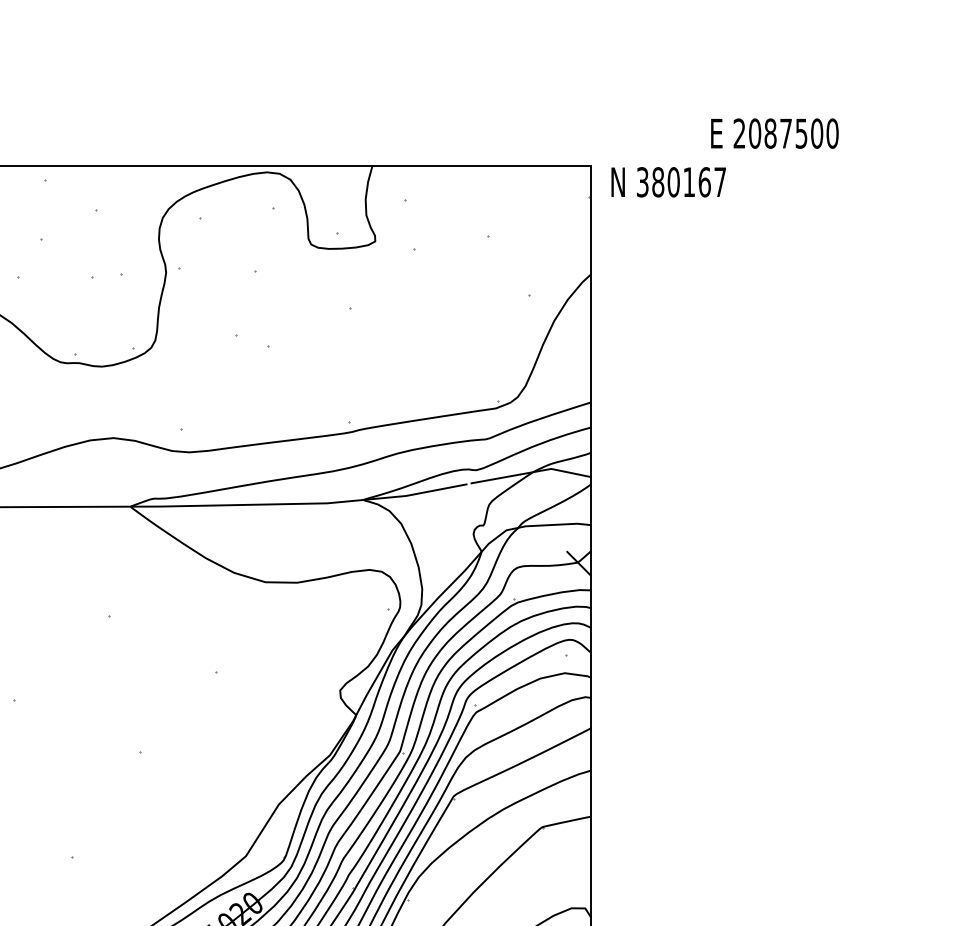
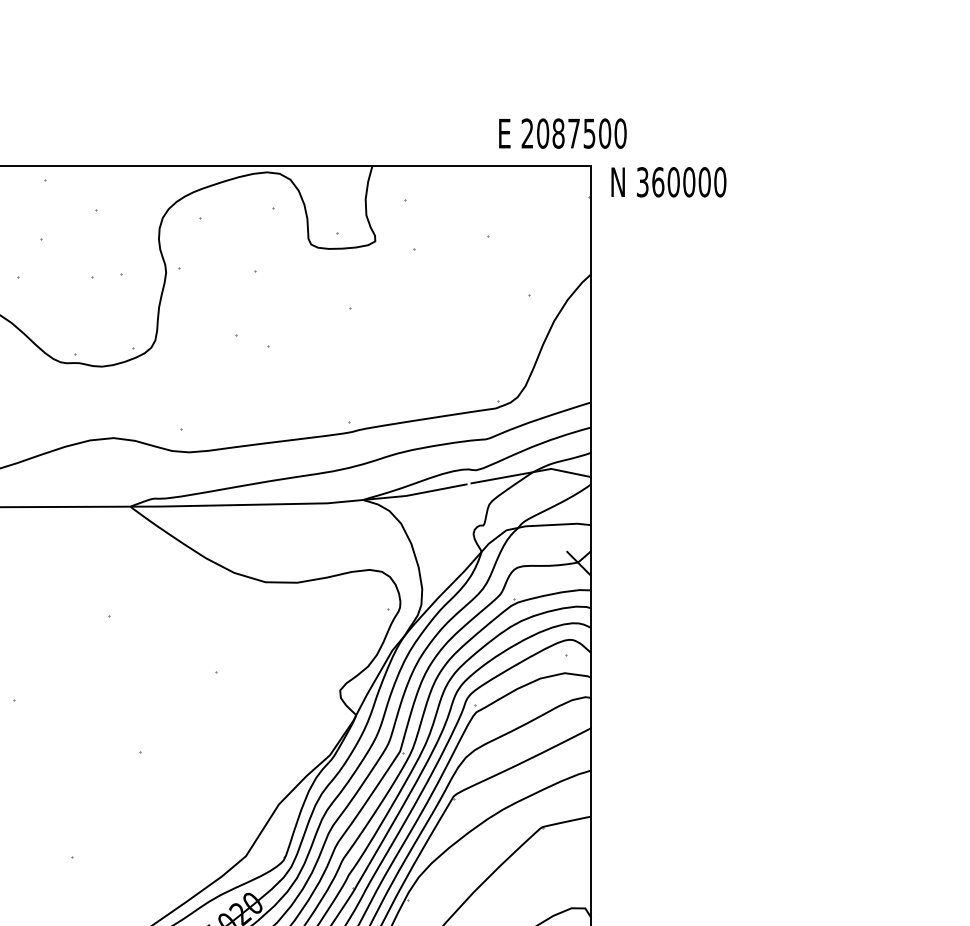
text at (774, 133) position: (774, 133) -> (562, 133)
text at (689, 182): 380167 -> 360000
